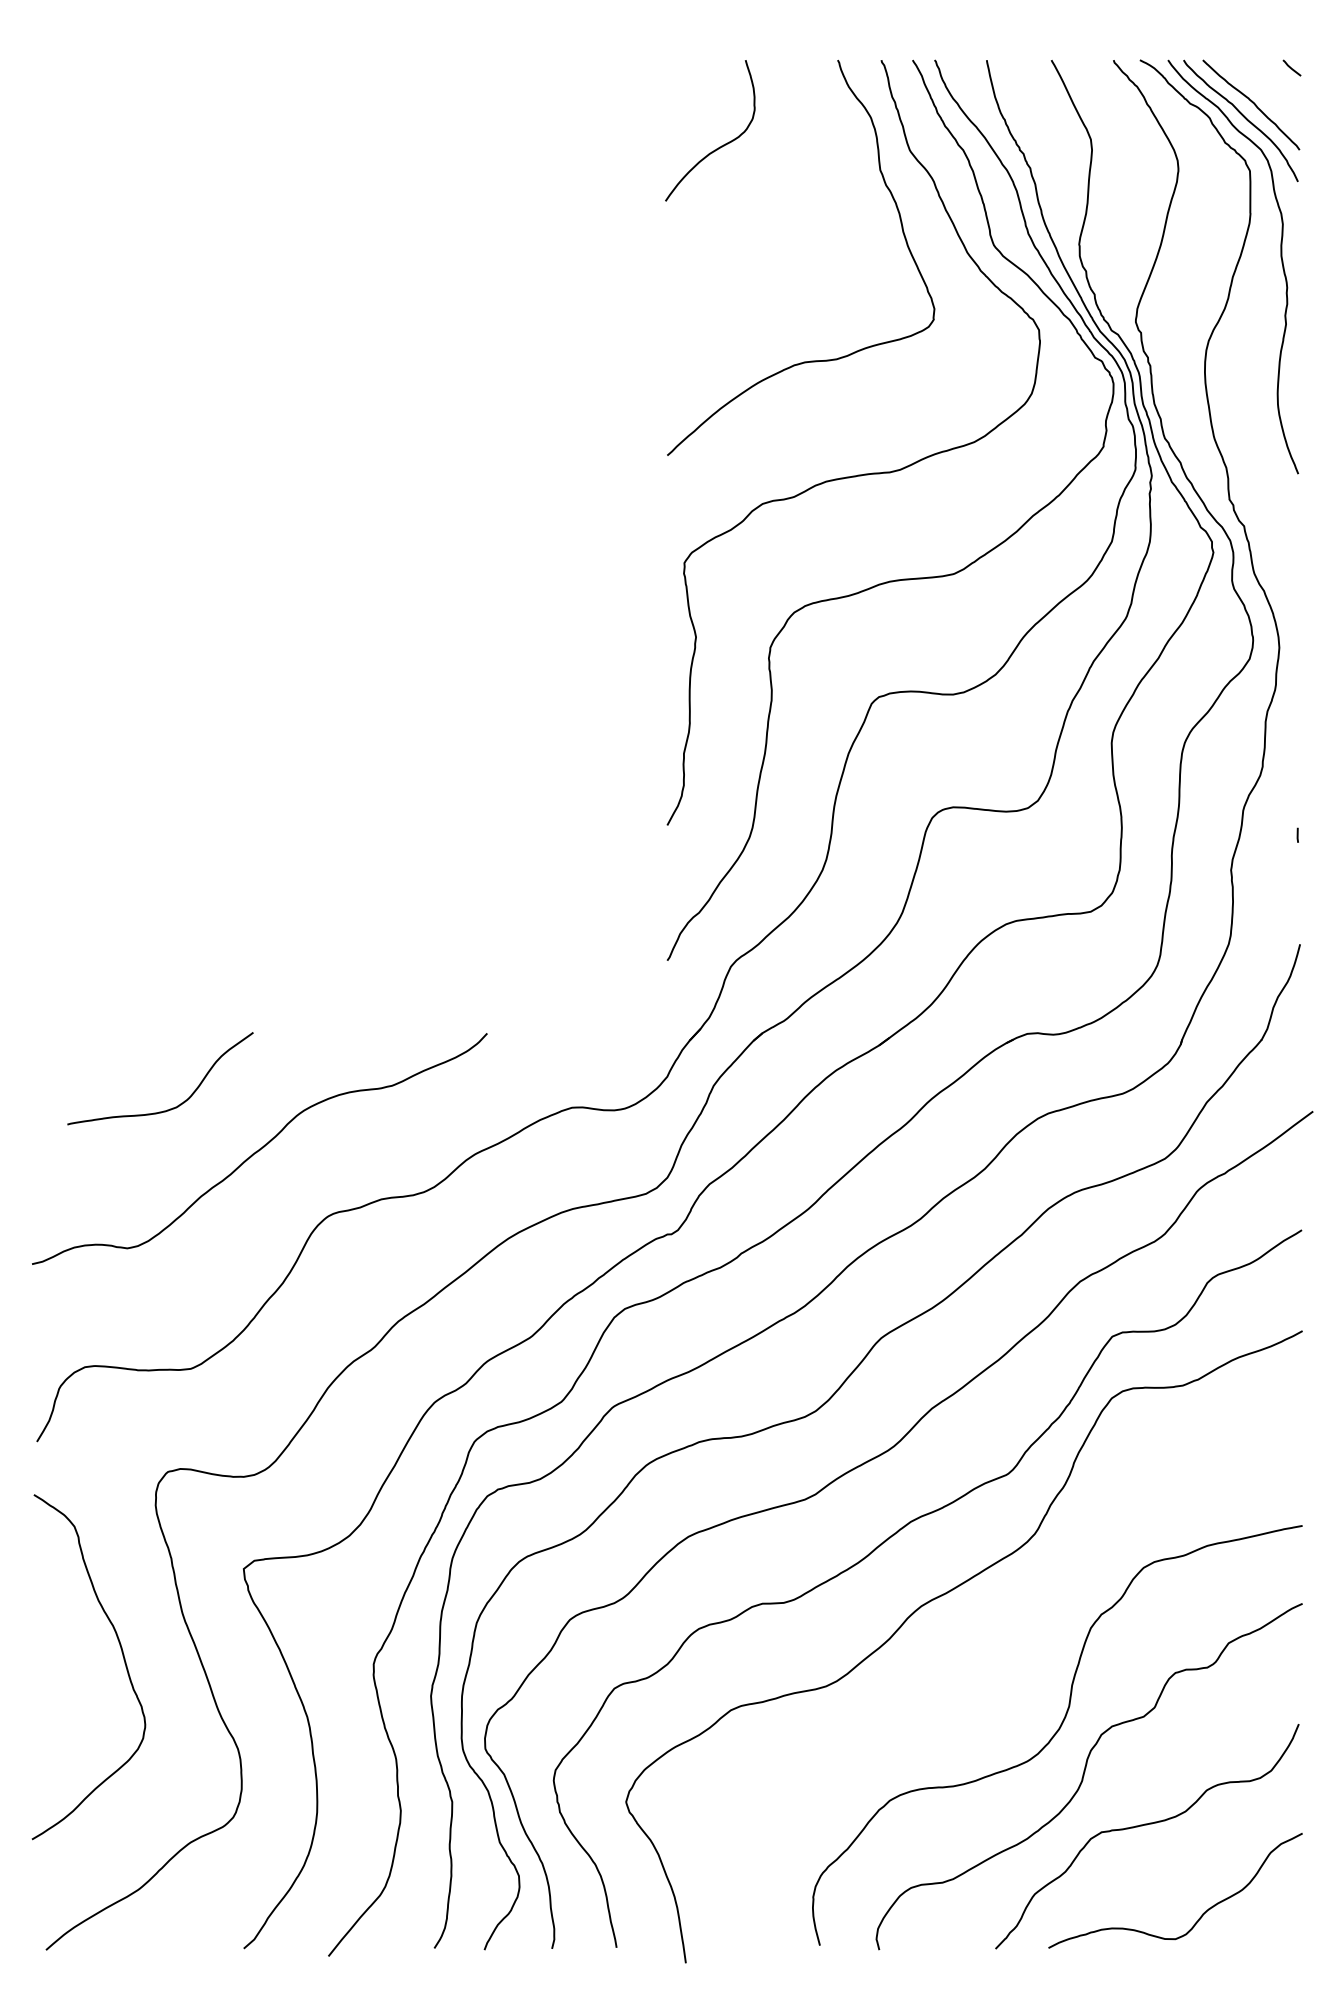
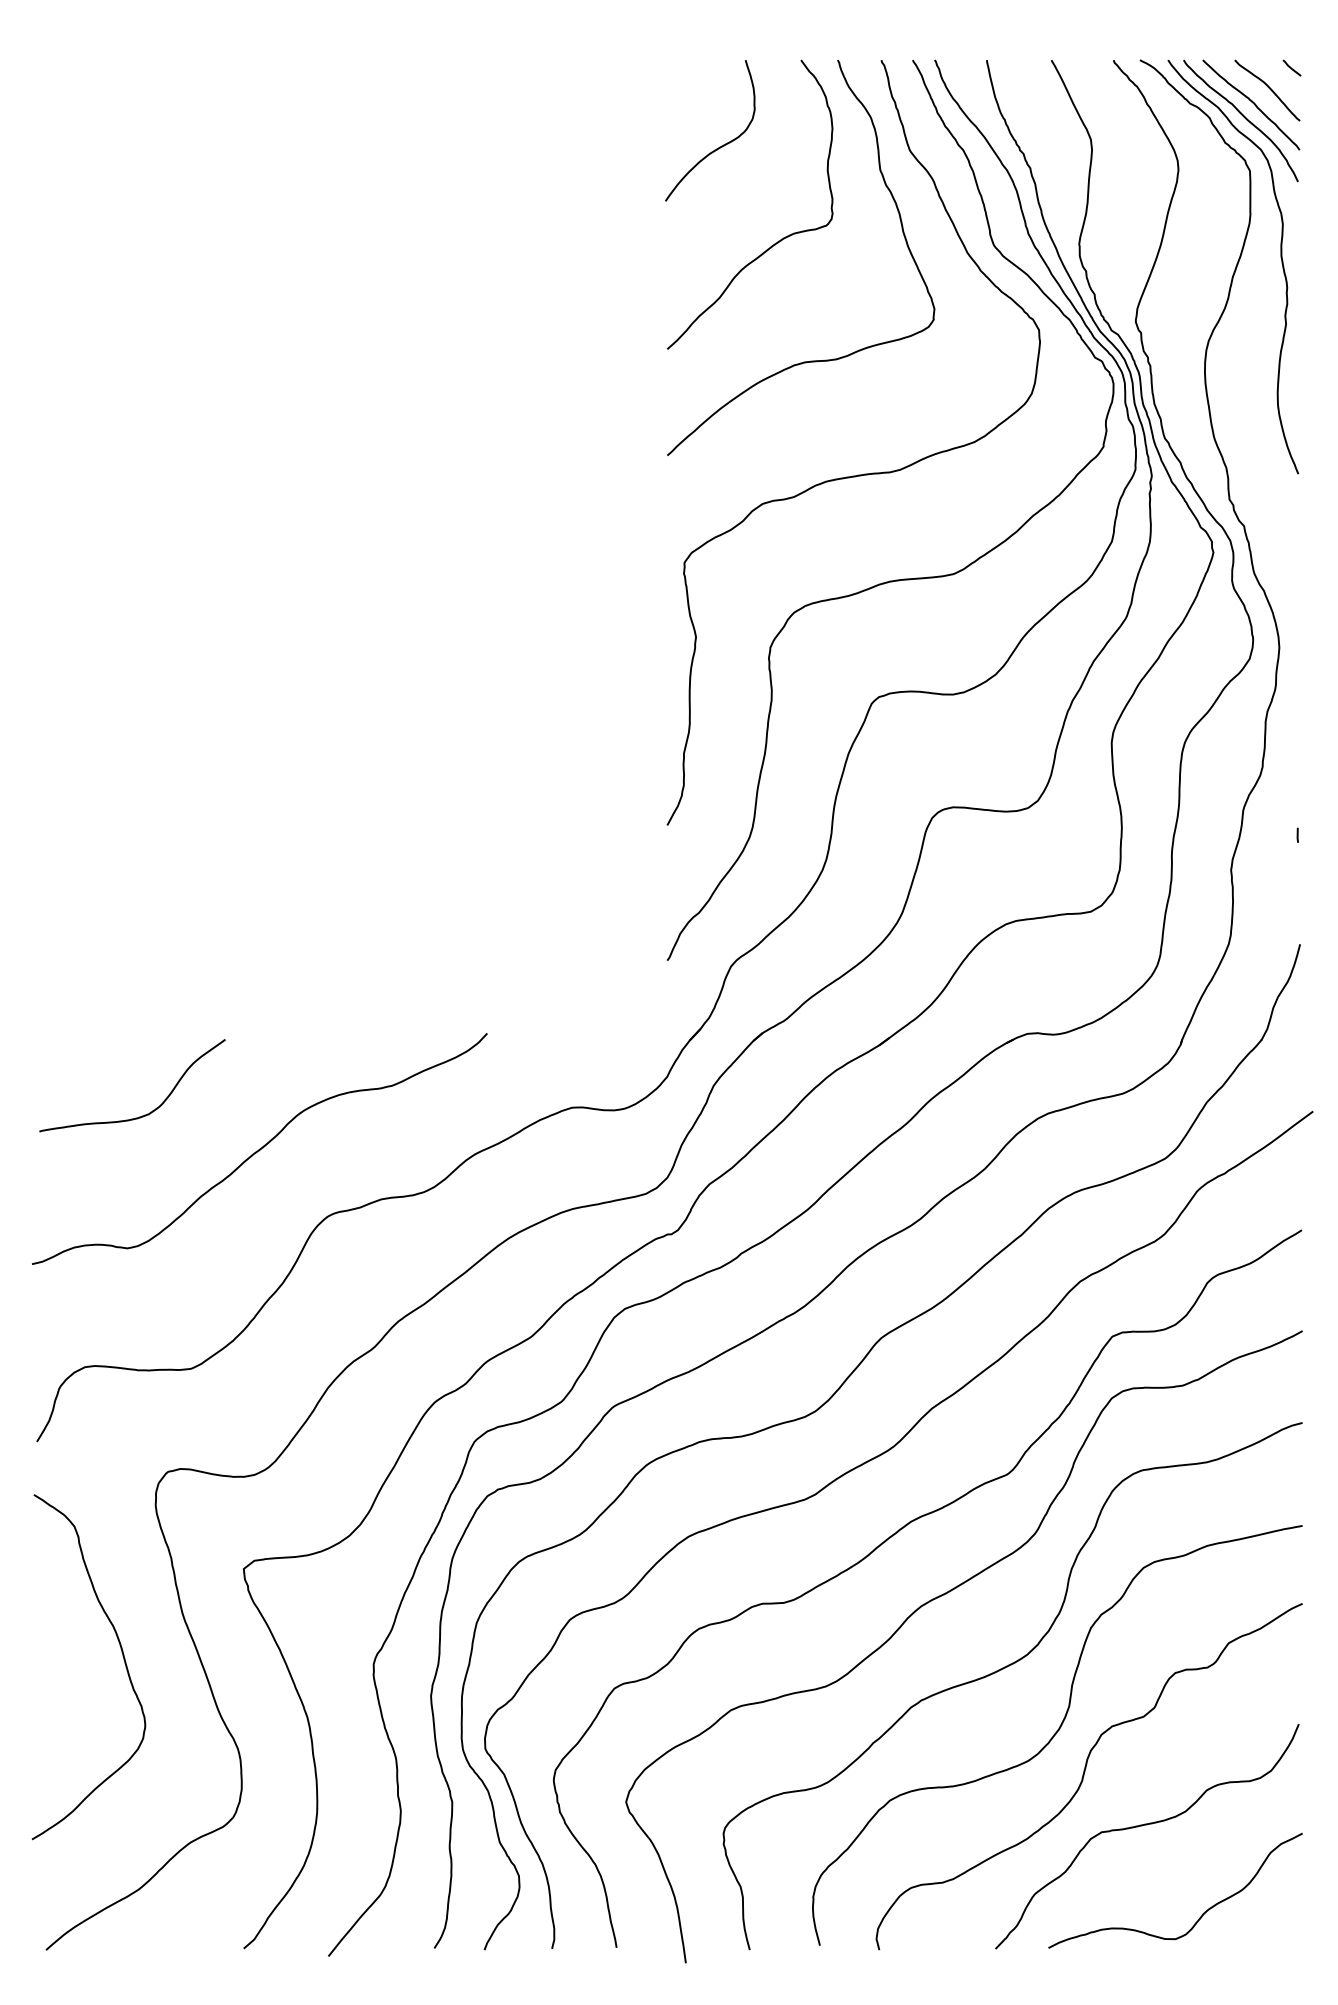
curve at (1268, 88): none -> present
curve at (778, 240): none -> present
curve at (172, 1107) position: (172, 1107) -> (144, 1114)
curve at (1003, 1669): none -> present
